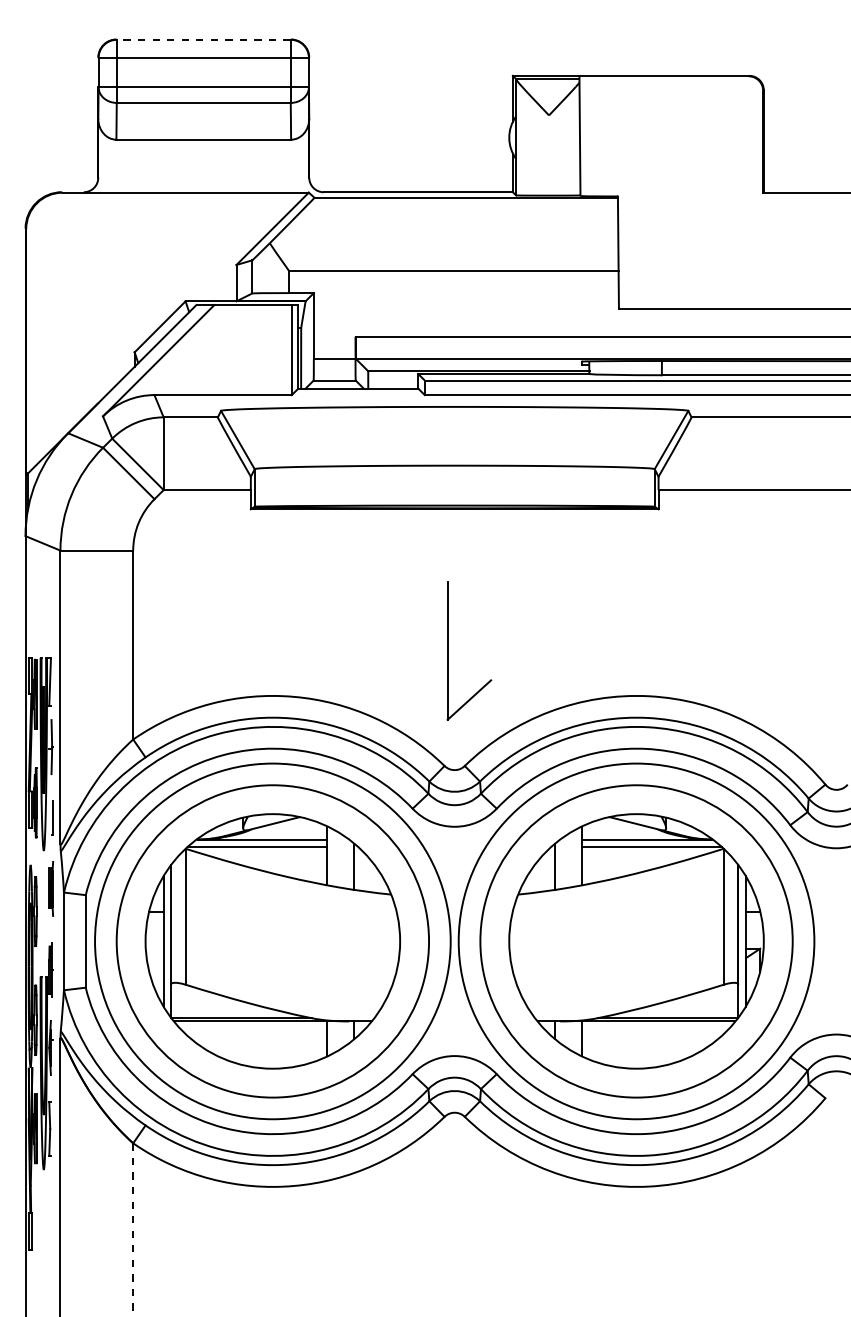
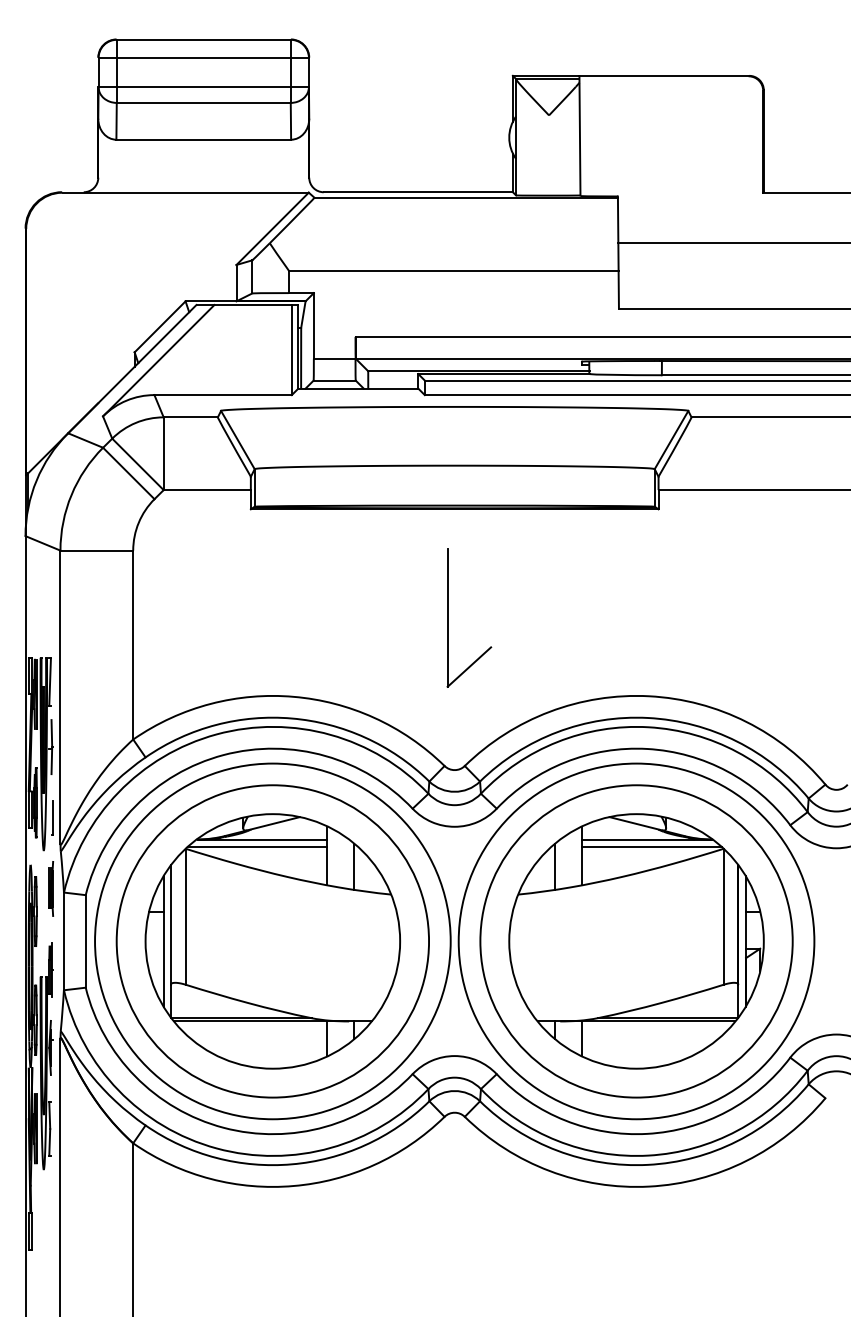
line at (203, 39): dashed -> solid
line at (732, 243): none -> present
part at (448, 650) position: (448, 650) -> (448, 617)
line at (133, 1230): dashed -> solid
